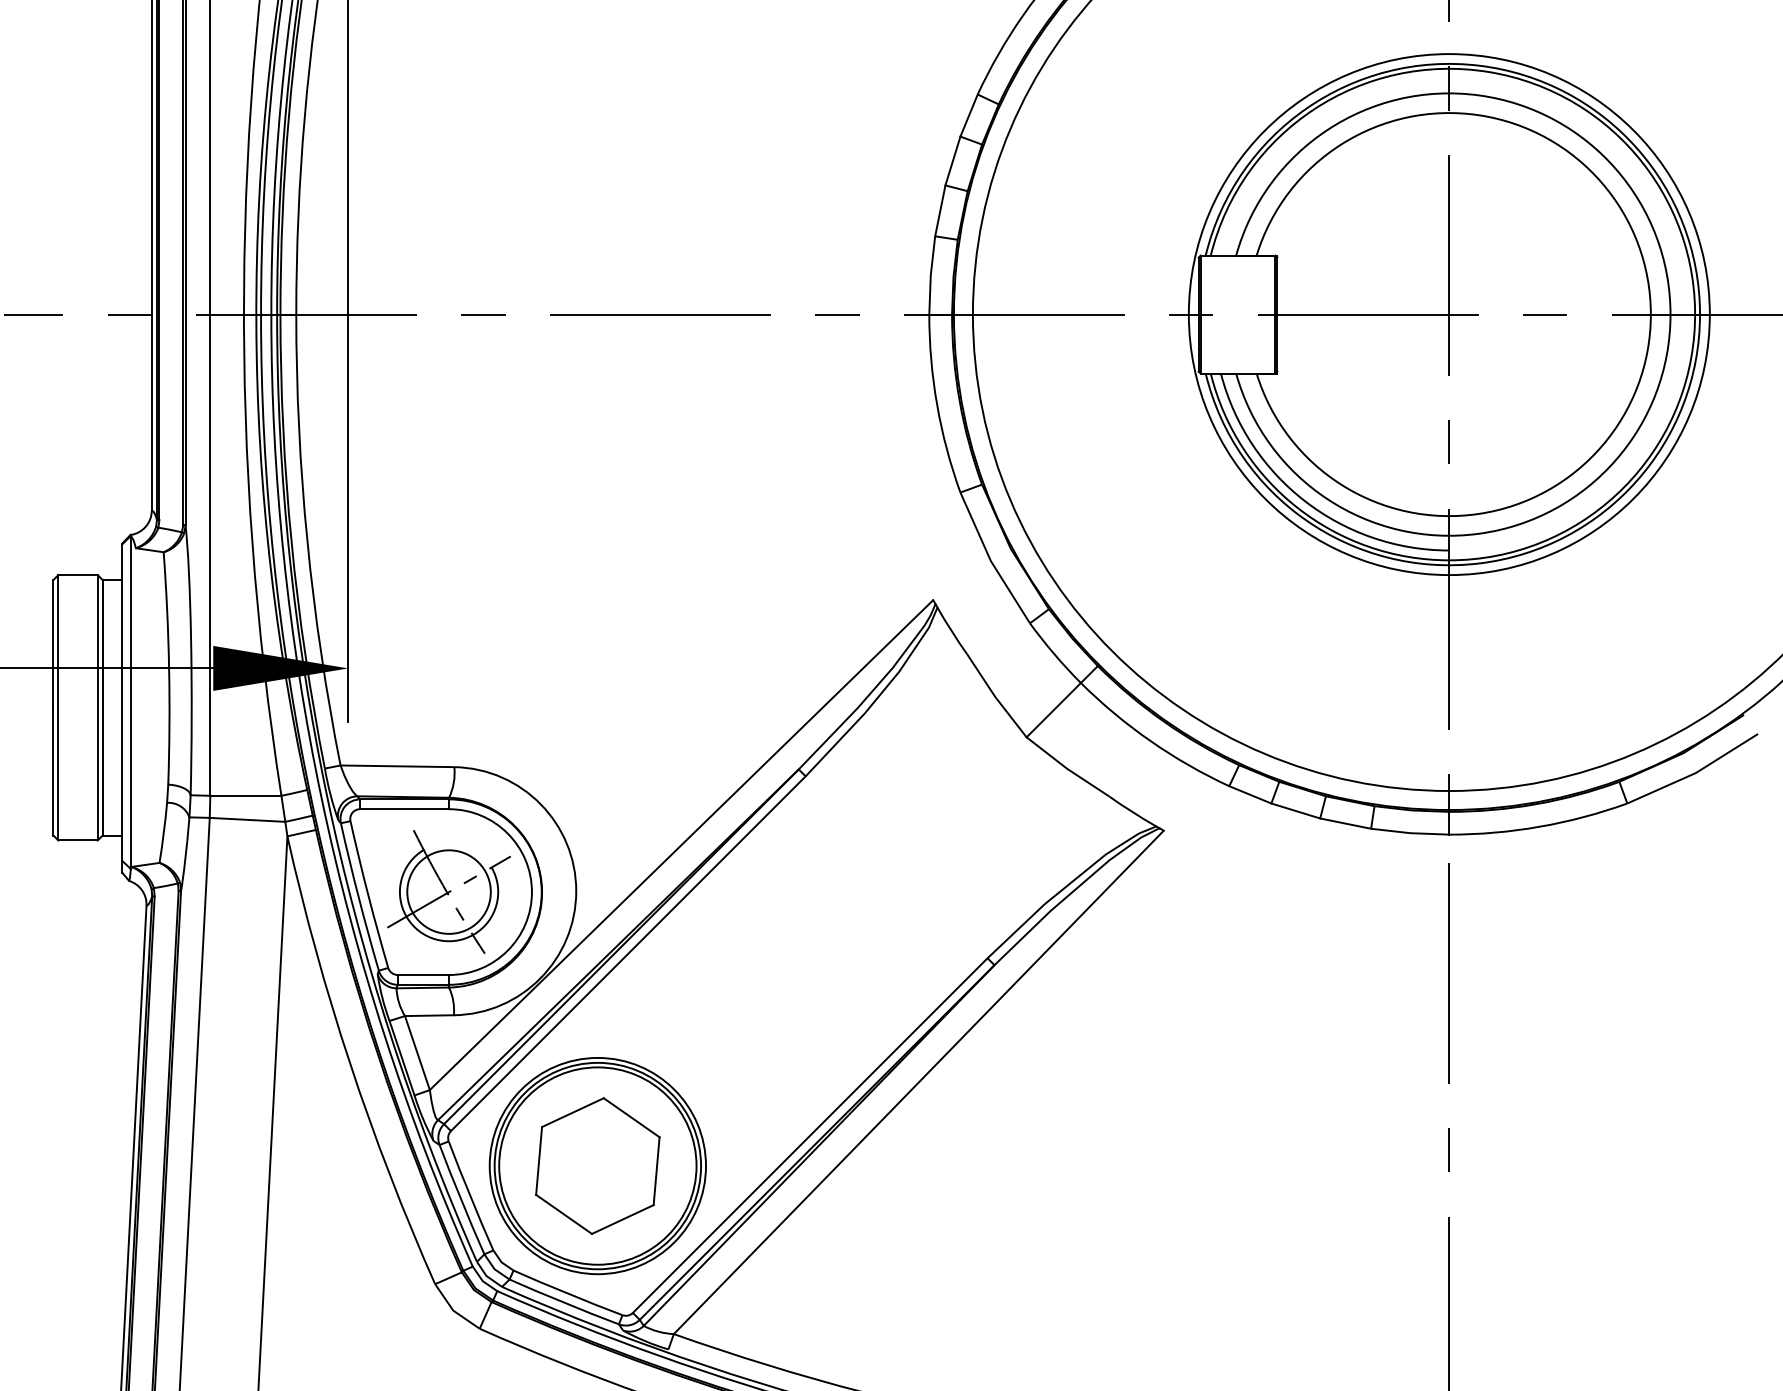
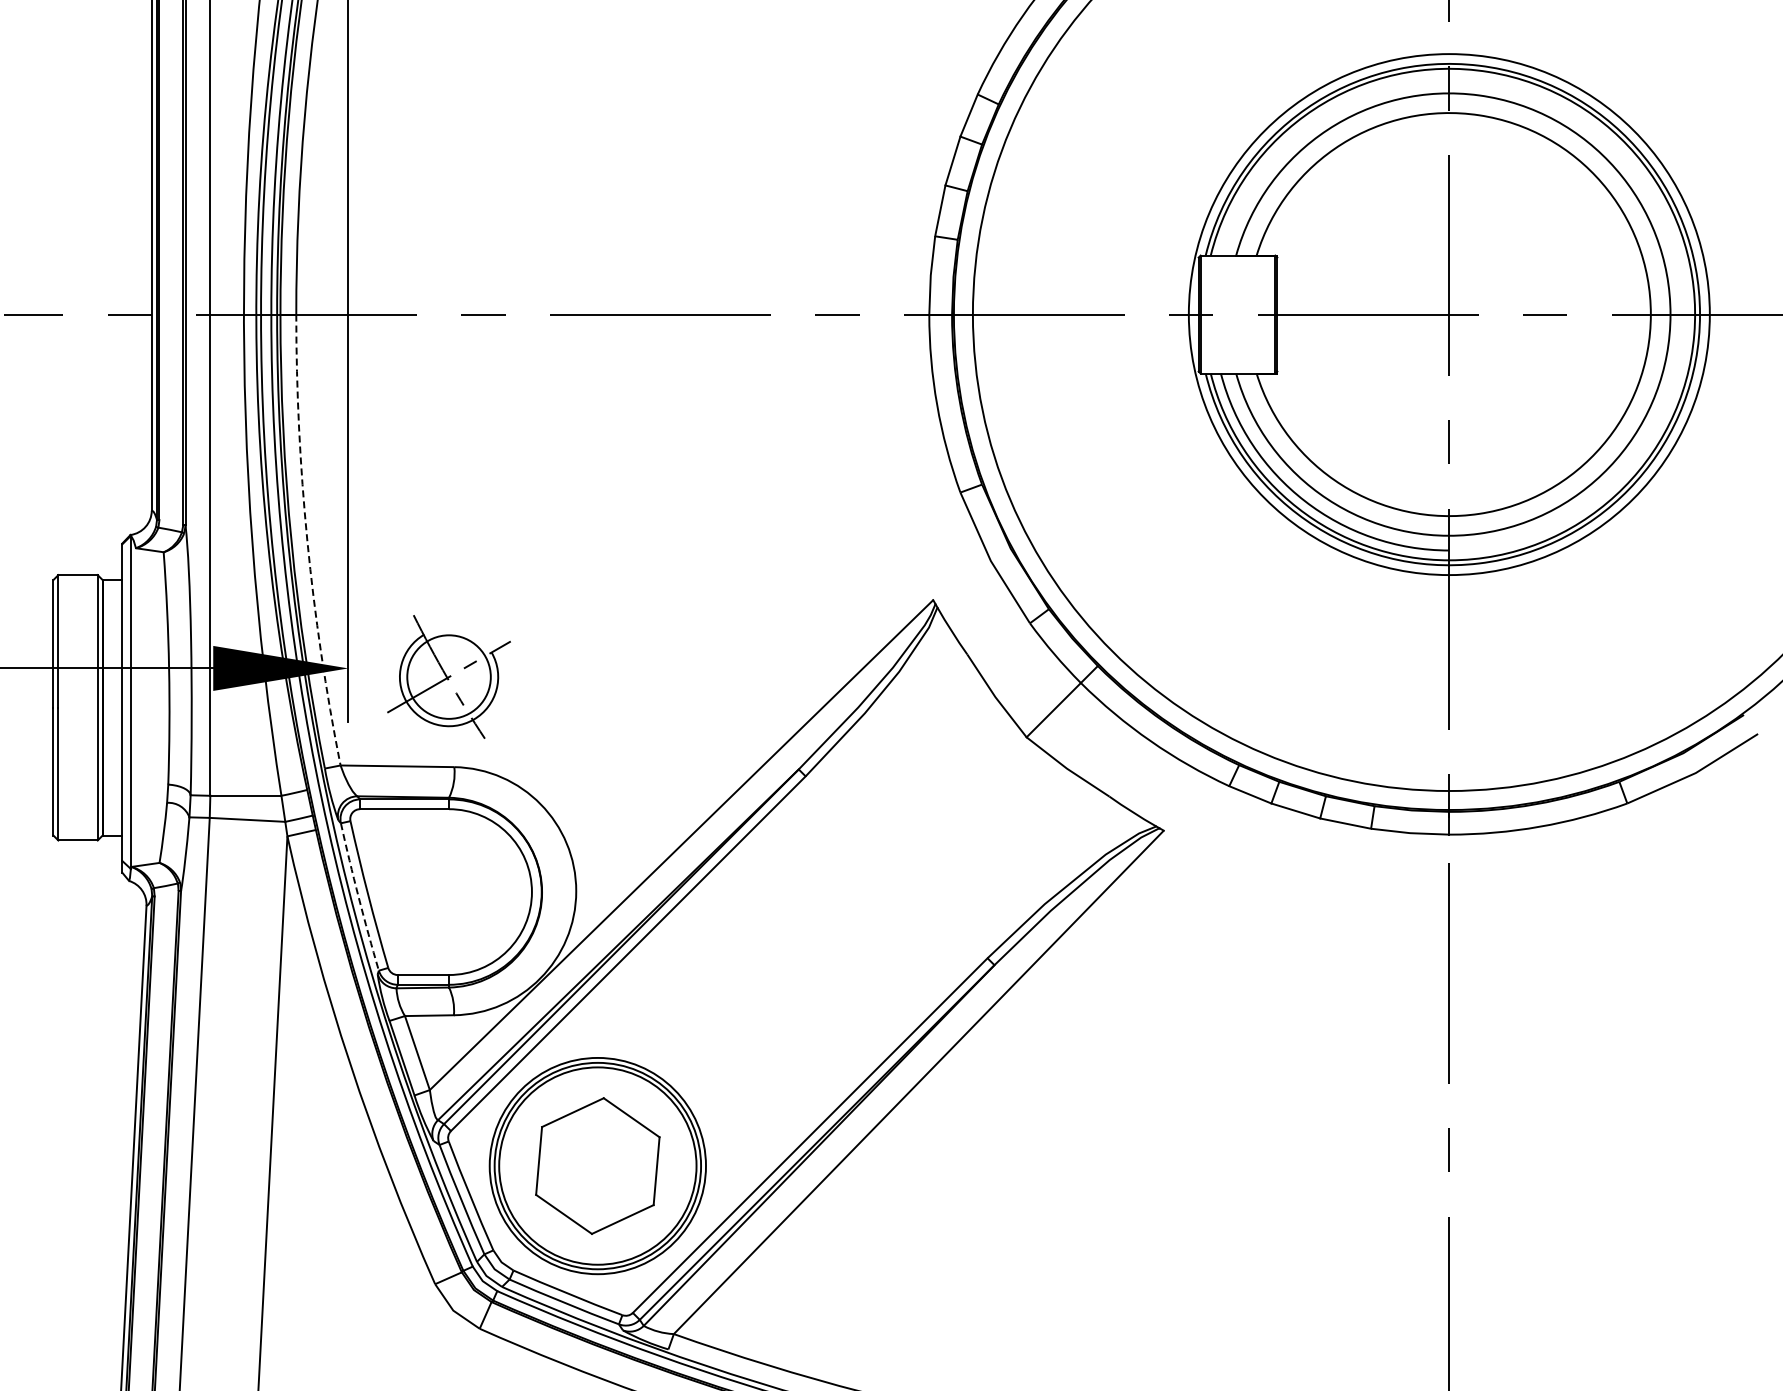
arc at (307, 541): solid -> dashed
part at (448, 891) position: (448, 891) -> (448, 676)
arc at (358, 897): solid -> dashed
